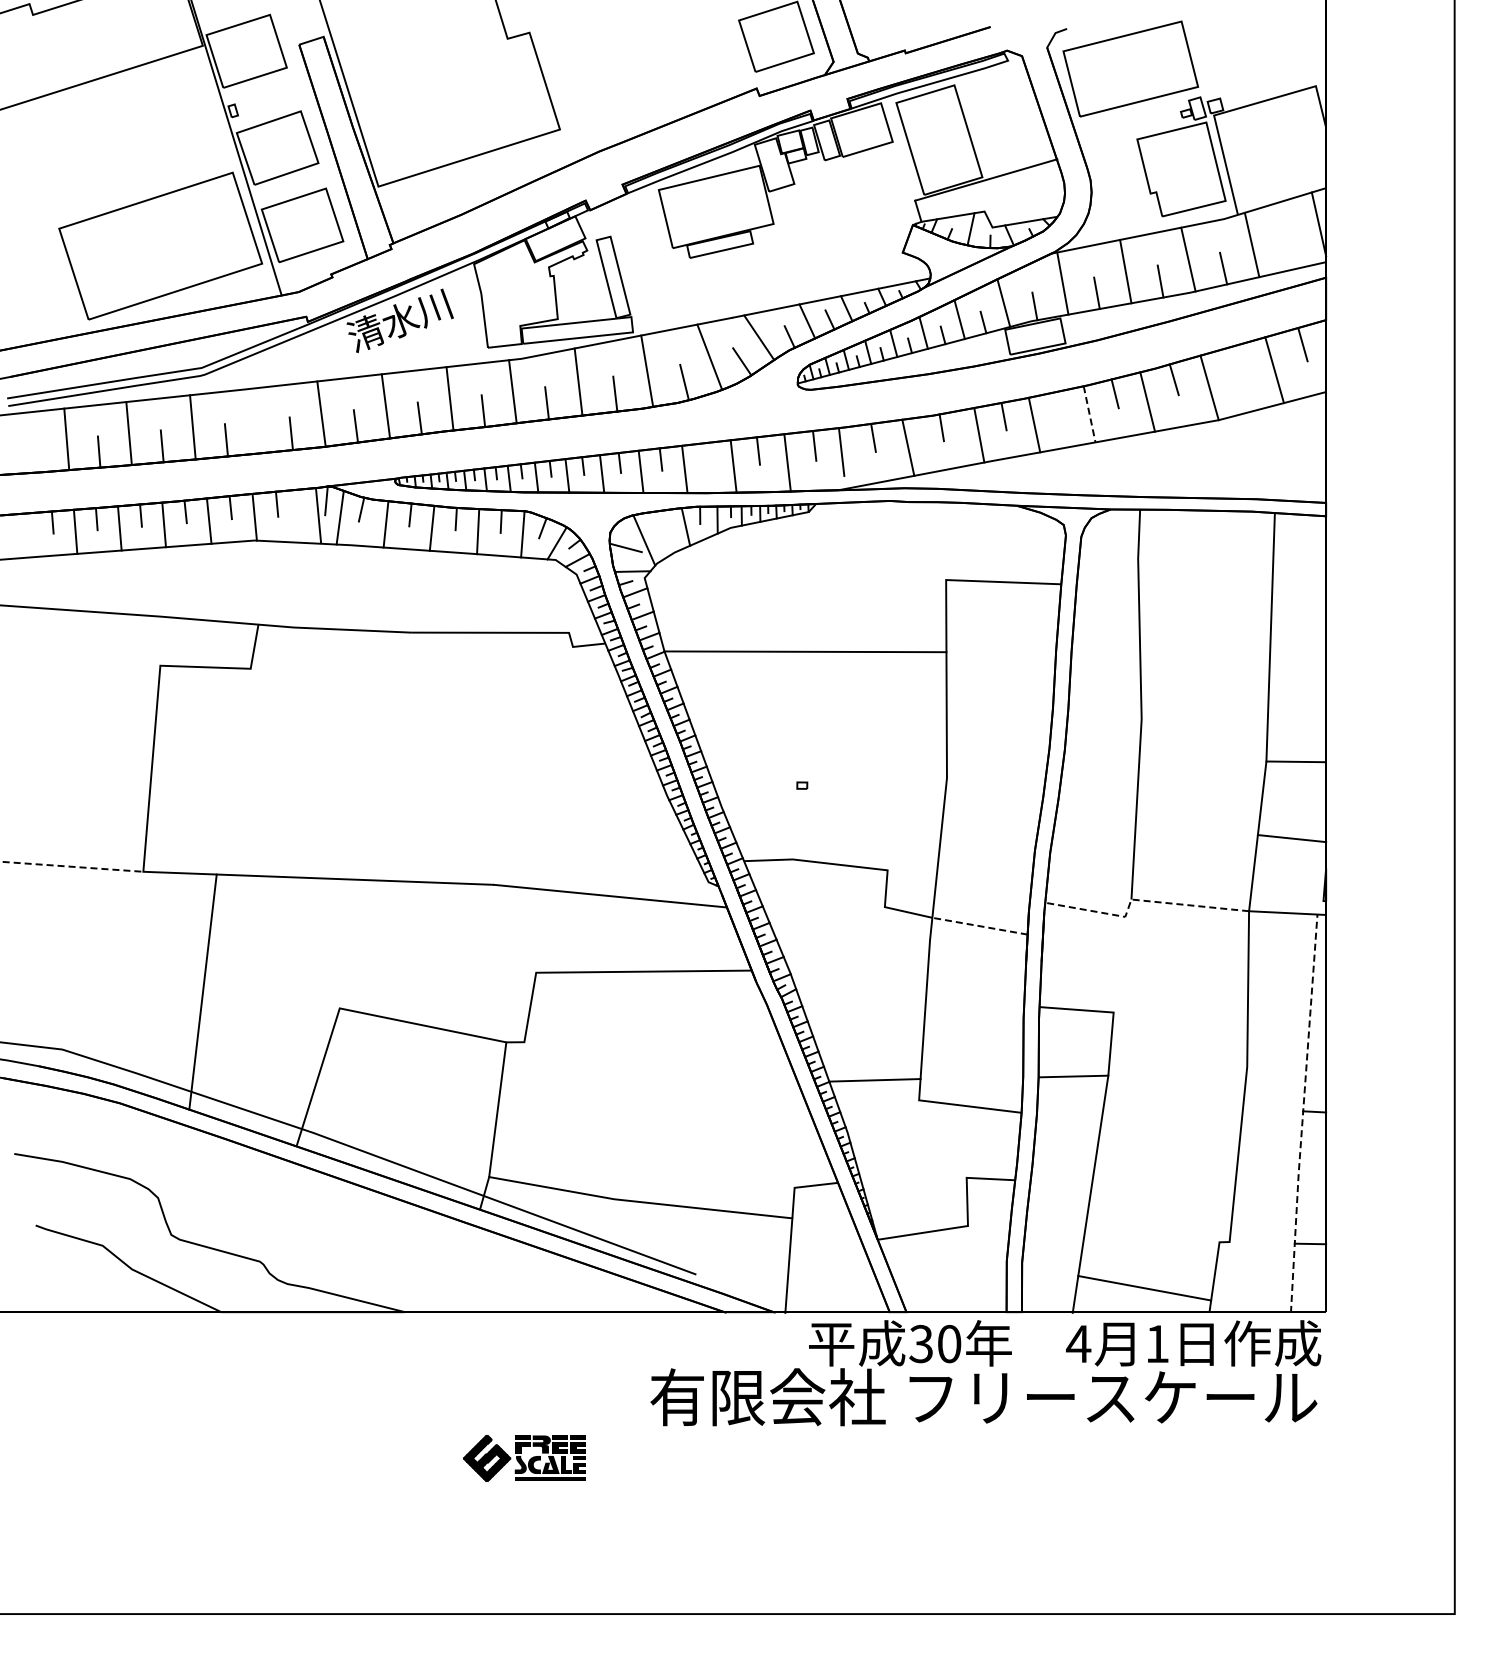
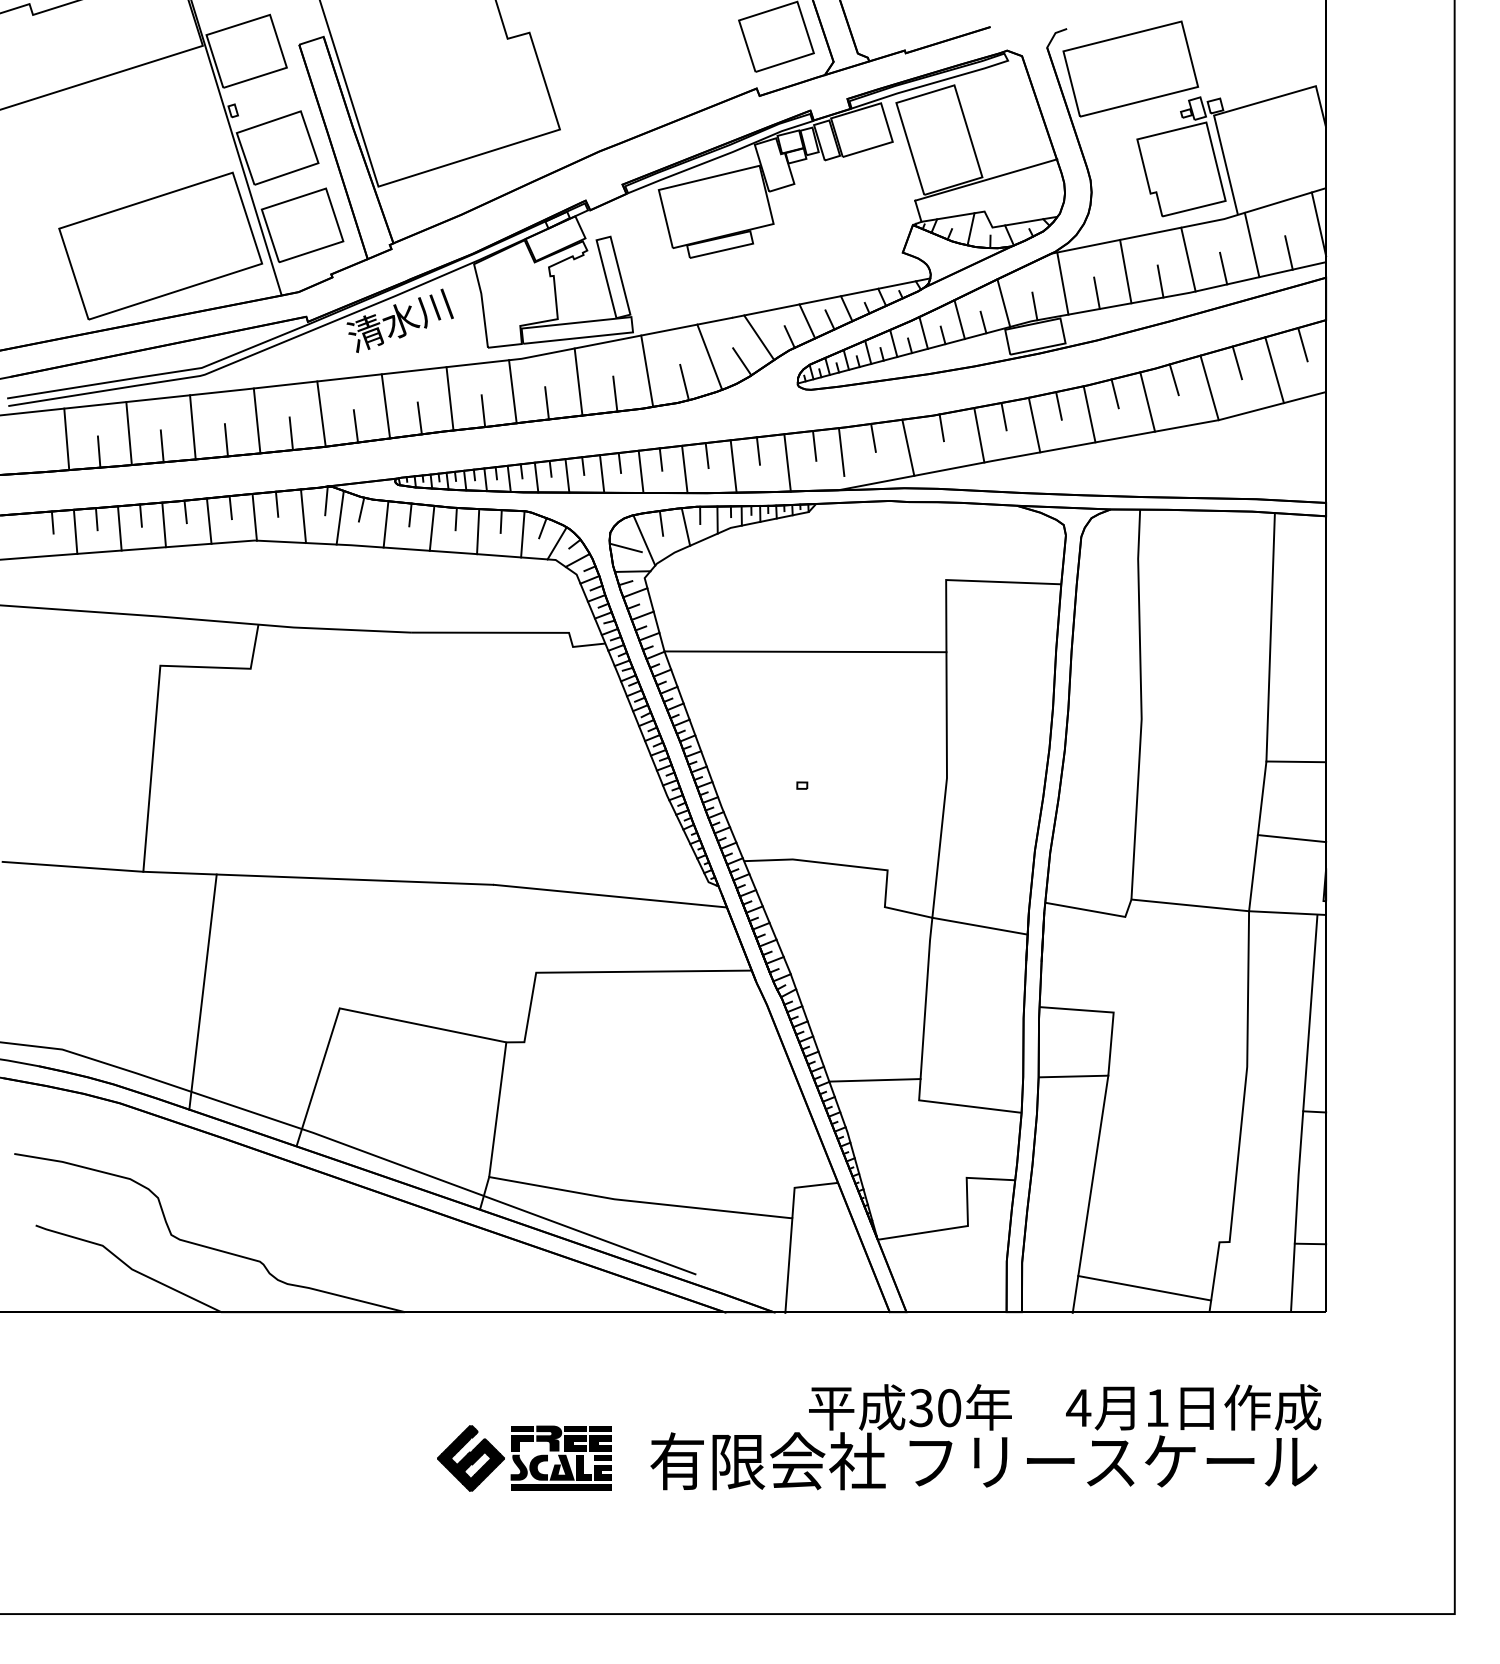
line at (1288, 252): none -> present
line at (1237, 362): none -> present
line at (1058, 405): none -> present
line at (1089, 414): dashed -> solid
line at (256, 420): none -> present
line at (706, 455): none -> present
line at (318, 515) position: (318, 515) -> (303, 516)
line at (661, 522): none -> present
line at (73, 866): dashed -> solid
line at (1139, 900): dashed -> solid
line at (979, 926): dashed -> solid
line at (1303, 1114): dashed -> solid
text at (985, 1373) position: (985, 1373) -> (985, 1437)
part at (524, 1458) size: 123x47 px -> 175x67 px
